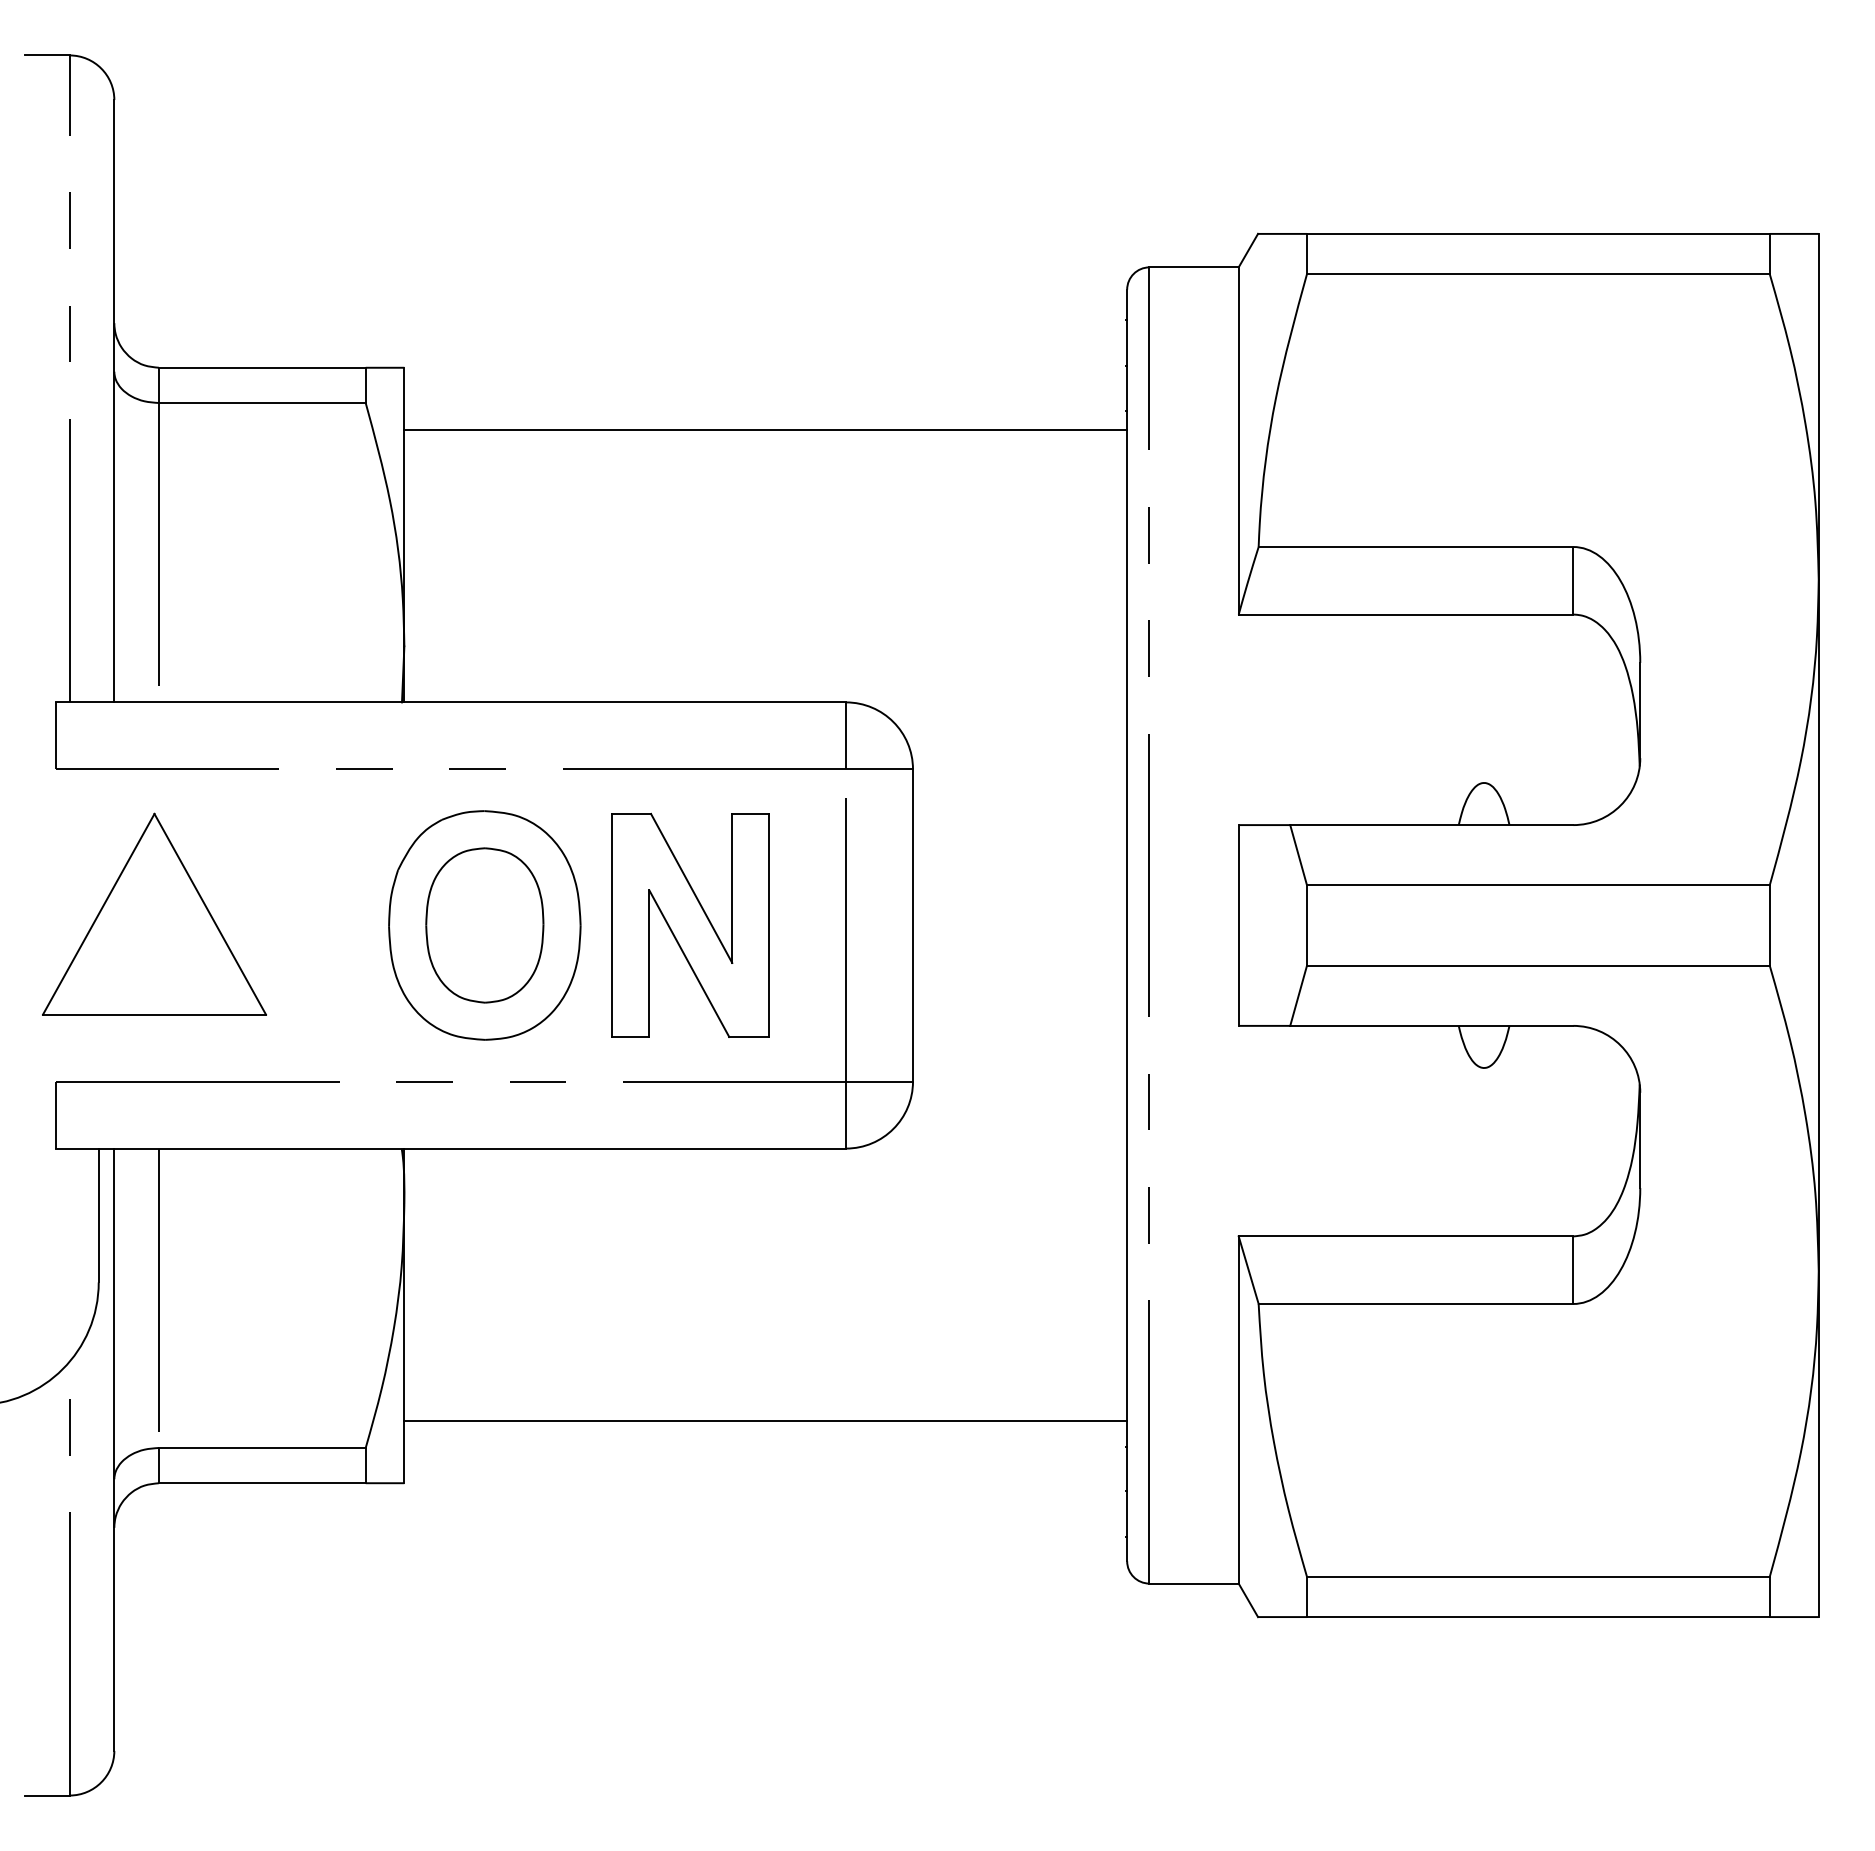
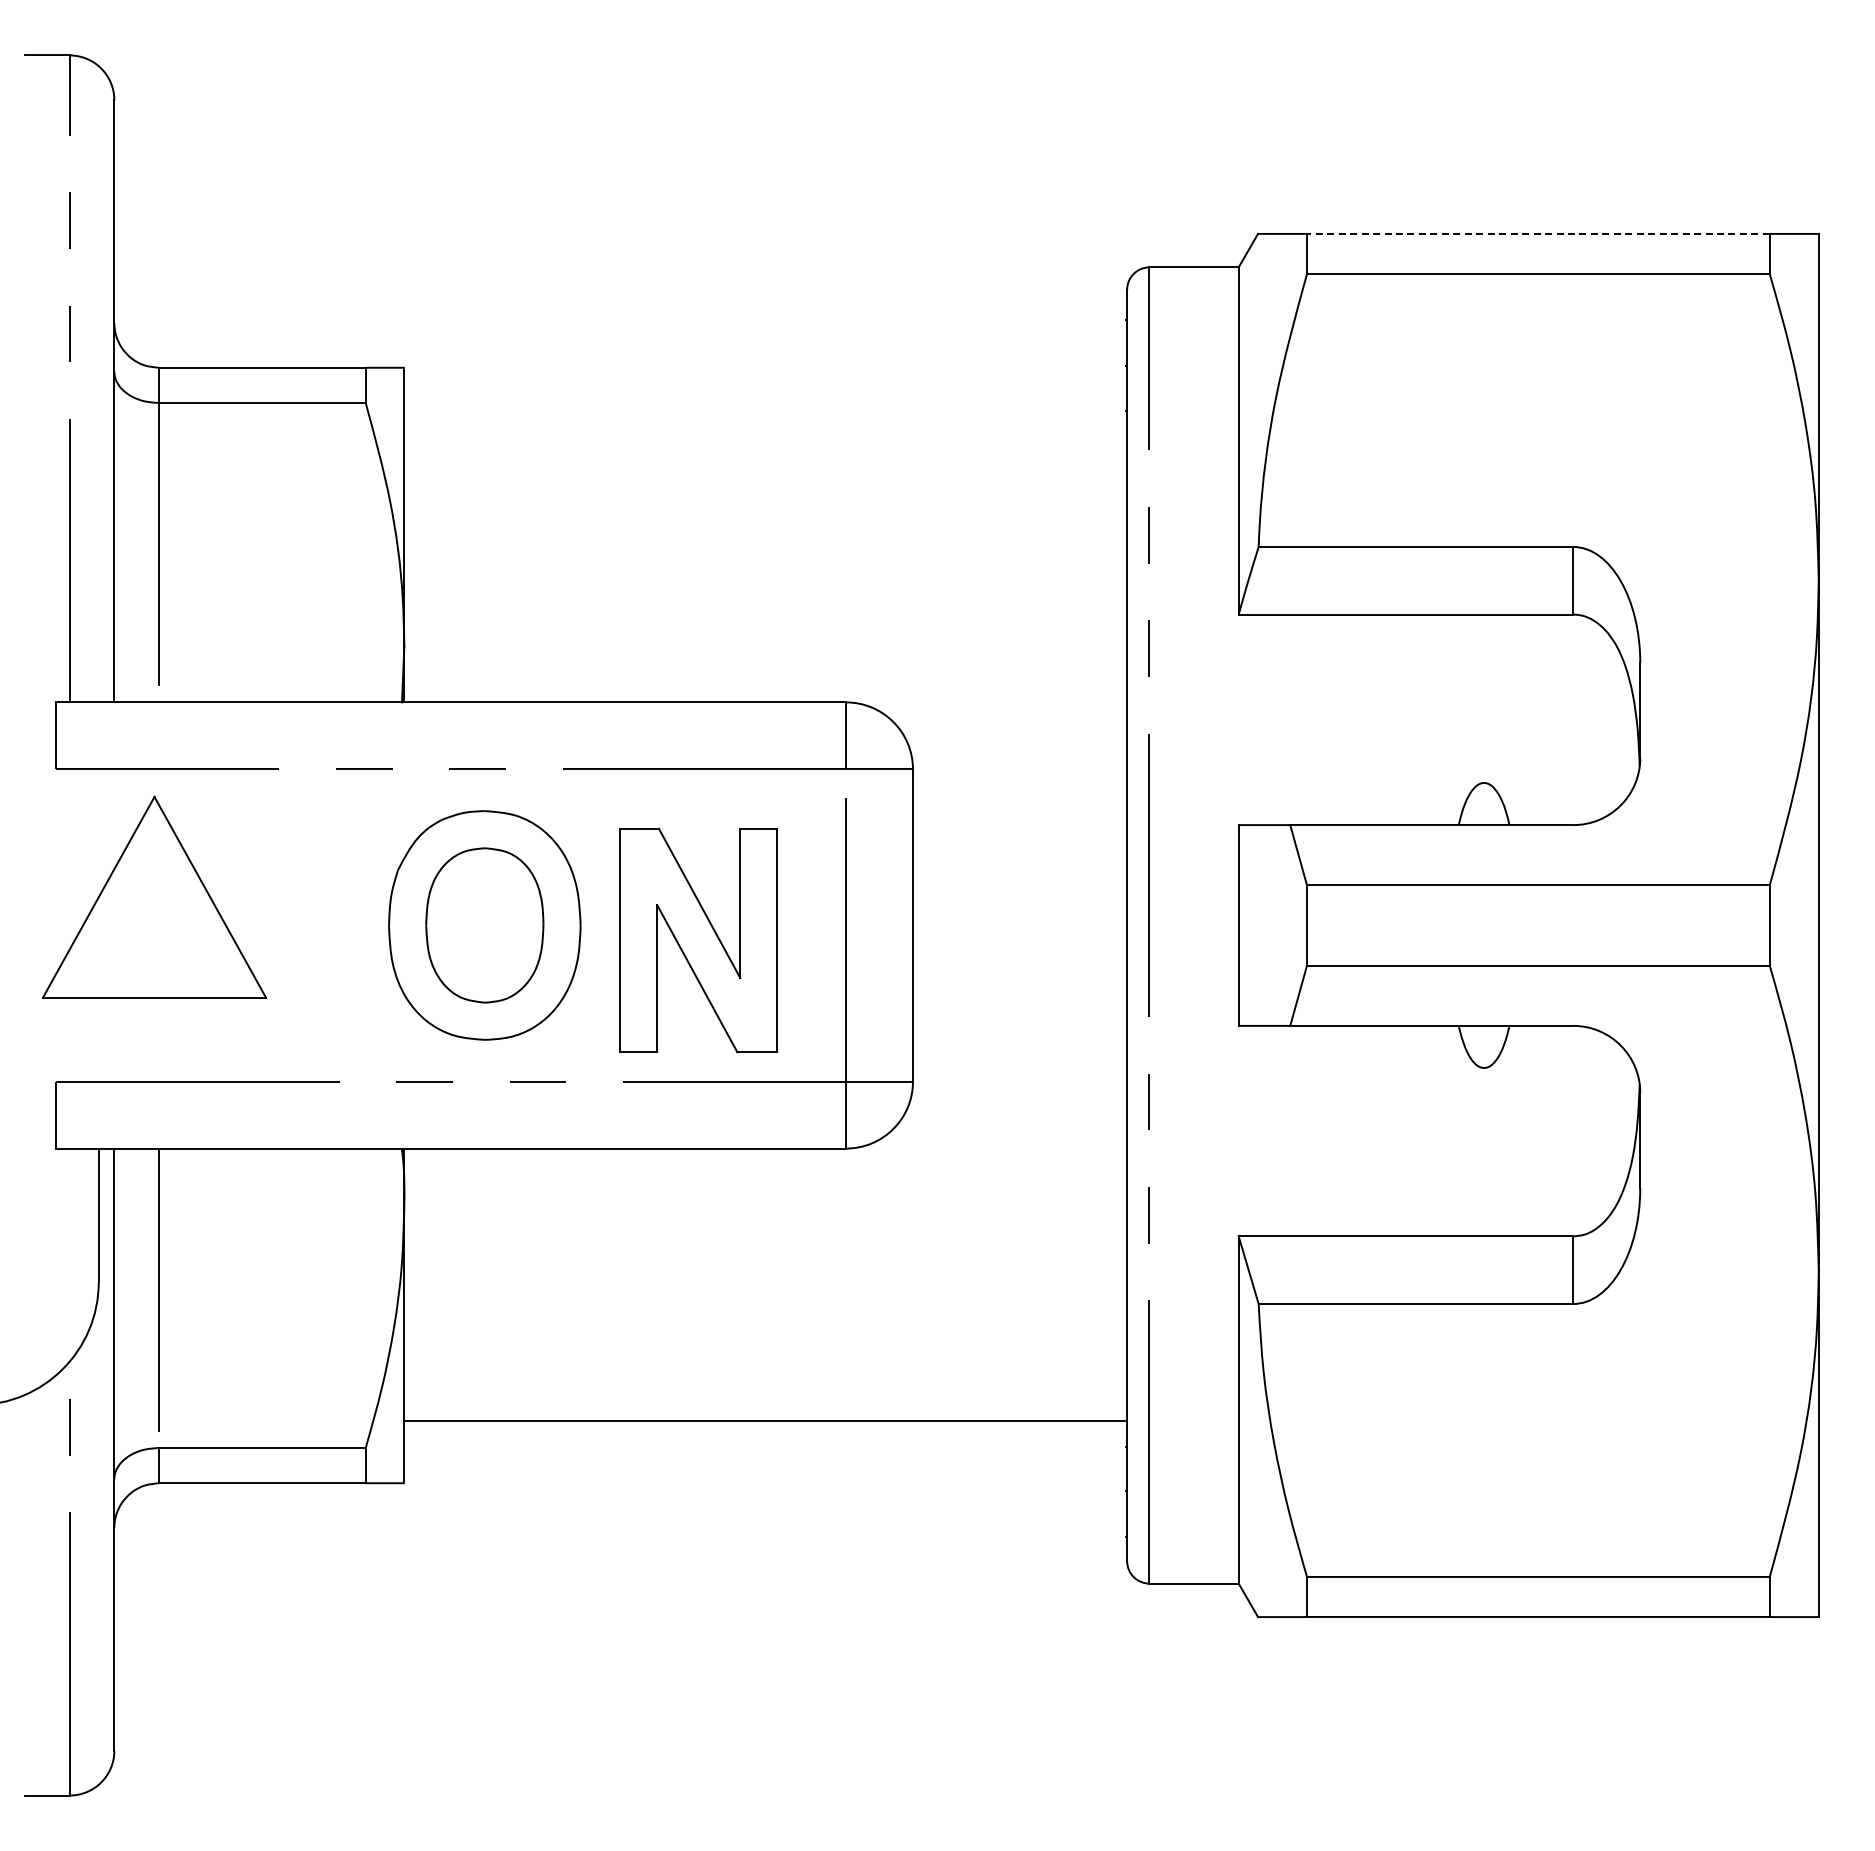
line at (1537, 233): solid -> dashed
line at (765, 430): present -> none
part at (154, 913) position: (154, 913) -> (154, 896)
part at (690, 924) position: (690, 924) -> (698, 939)
